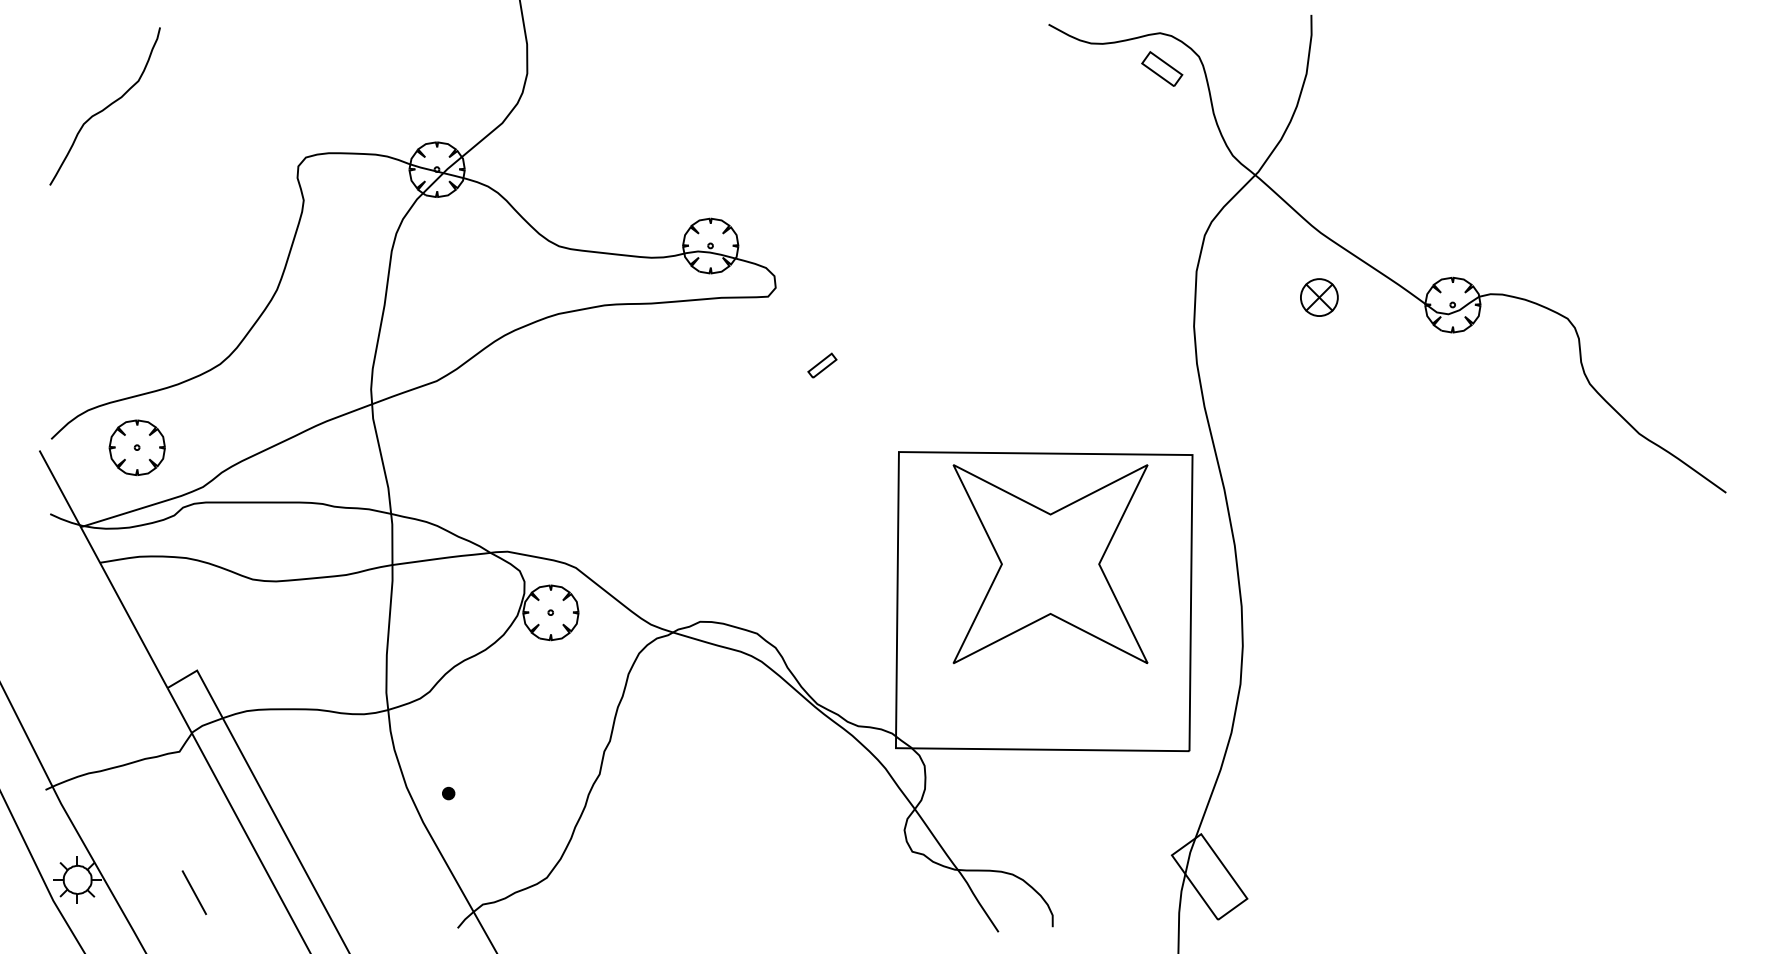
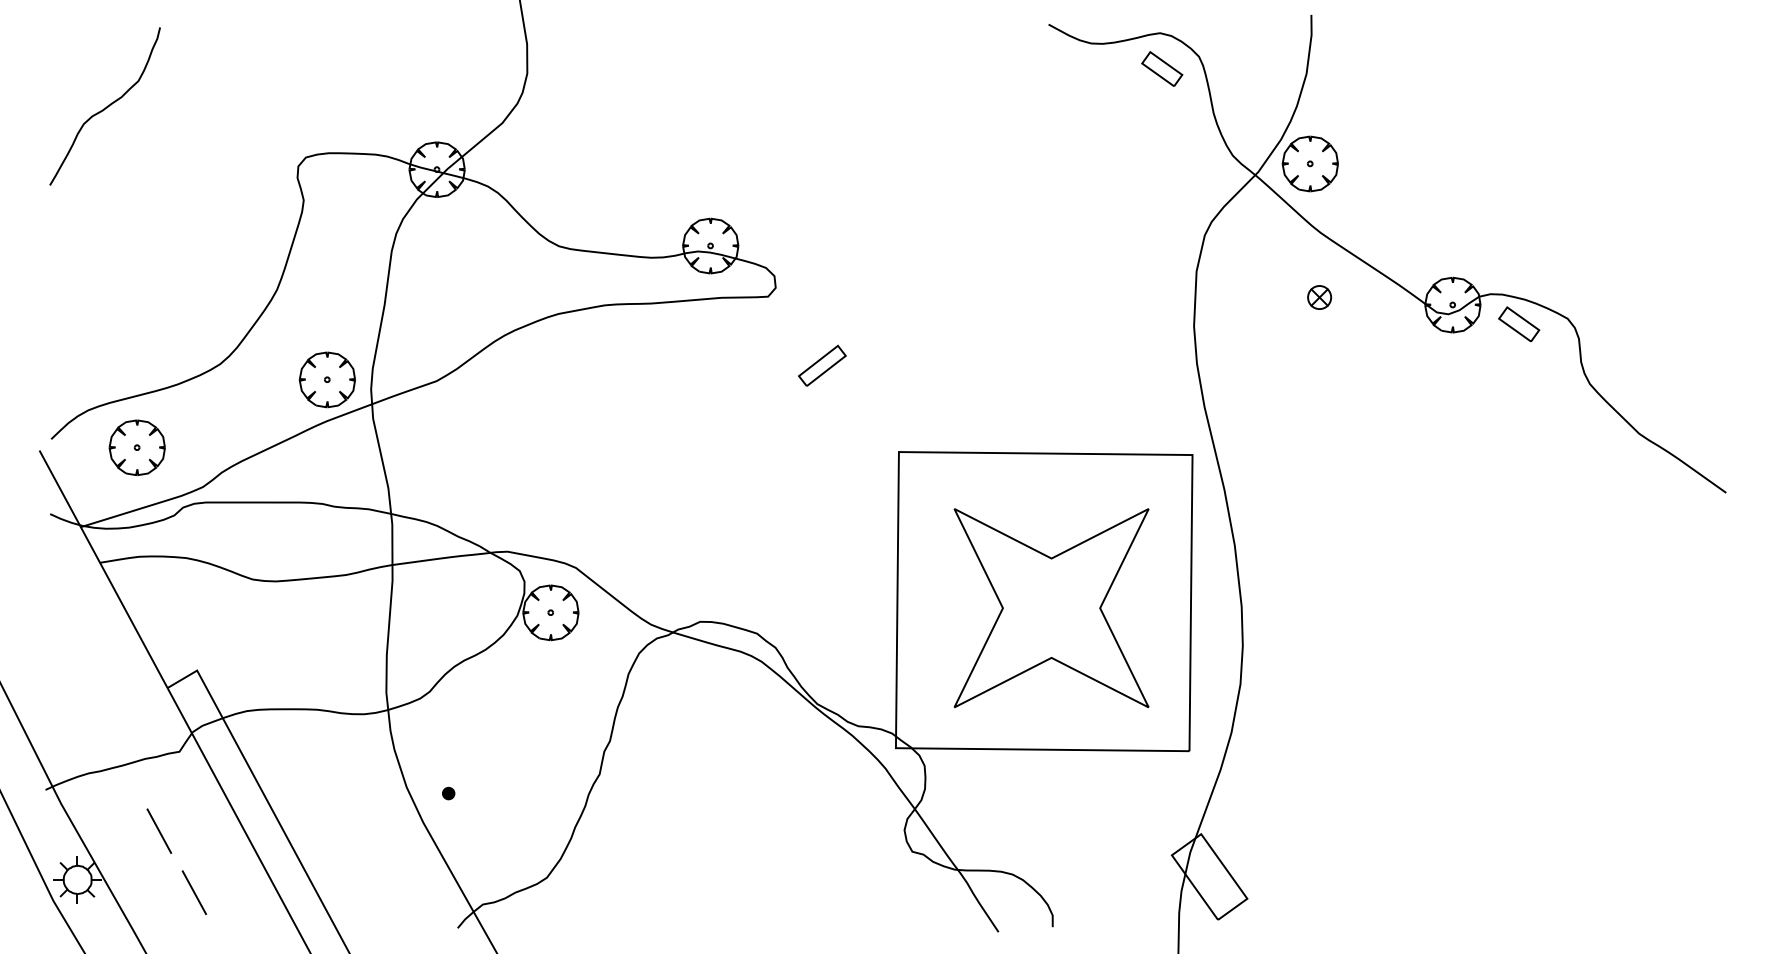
part at (1309, 163): none -> present
part at (1319, 297) size: 39x39 px -> 26x25 px
part at (1519, 324): none -> present
part at (822, 365) size: 31x27 px -> 49x43 px
part at (326, 379): none -> present
part at (1050, 564) position: (1050, 564) -> (1051, 608)
line at (159, 830): none -> present
